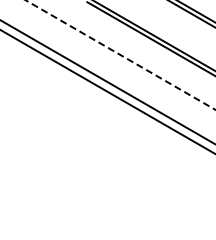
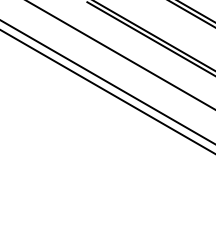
line at (120, 54): dashed -> solid
